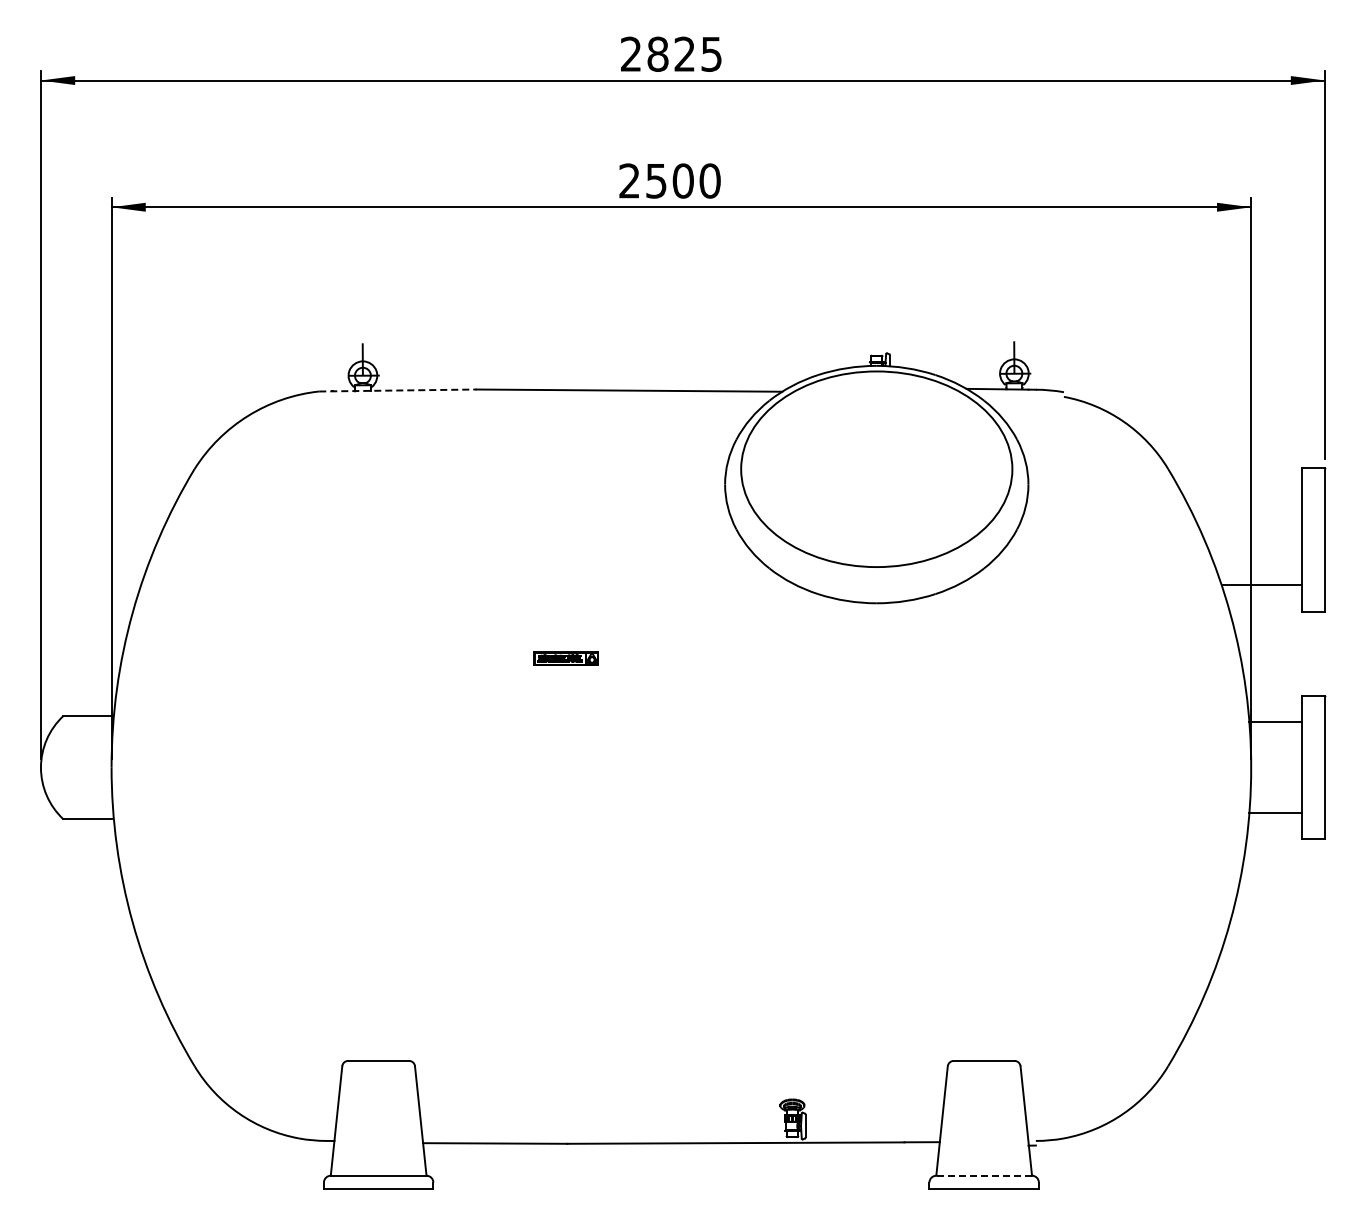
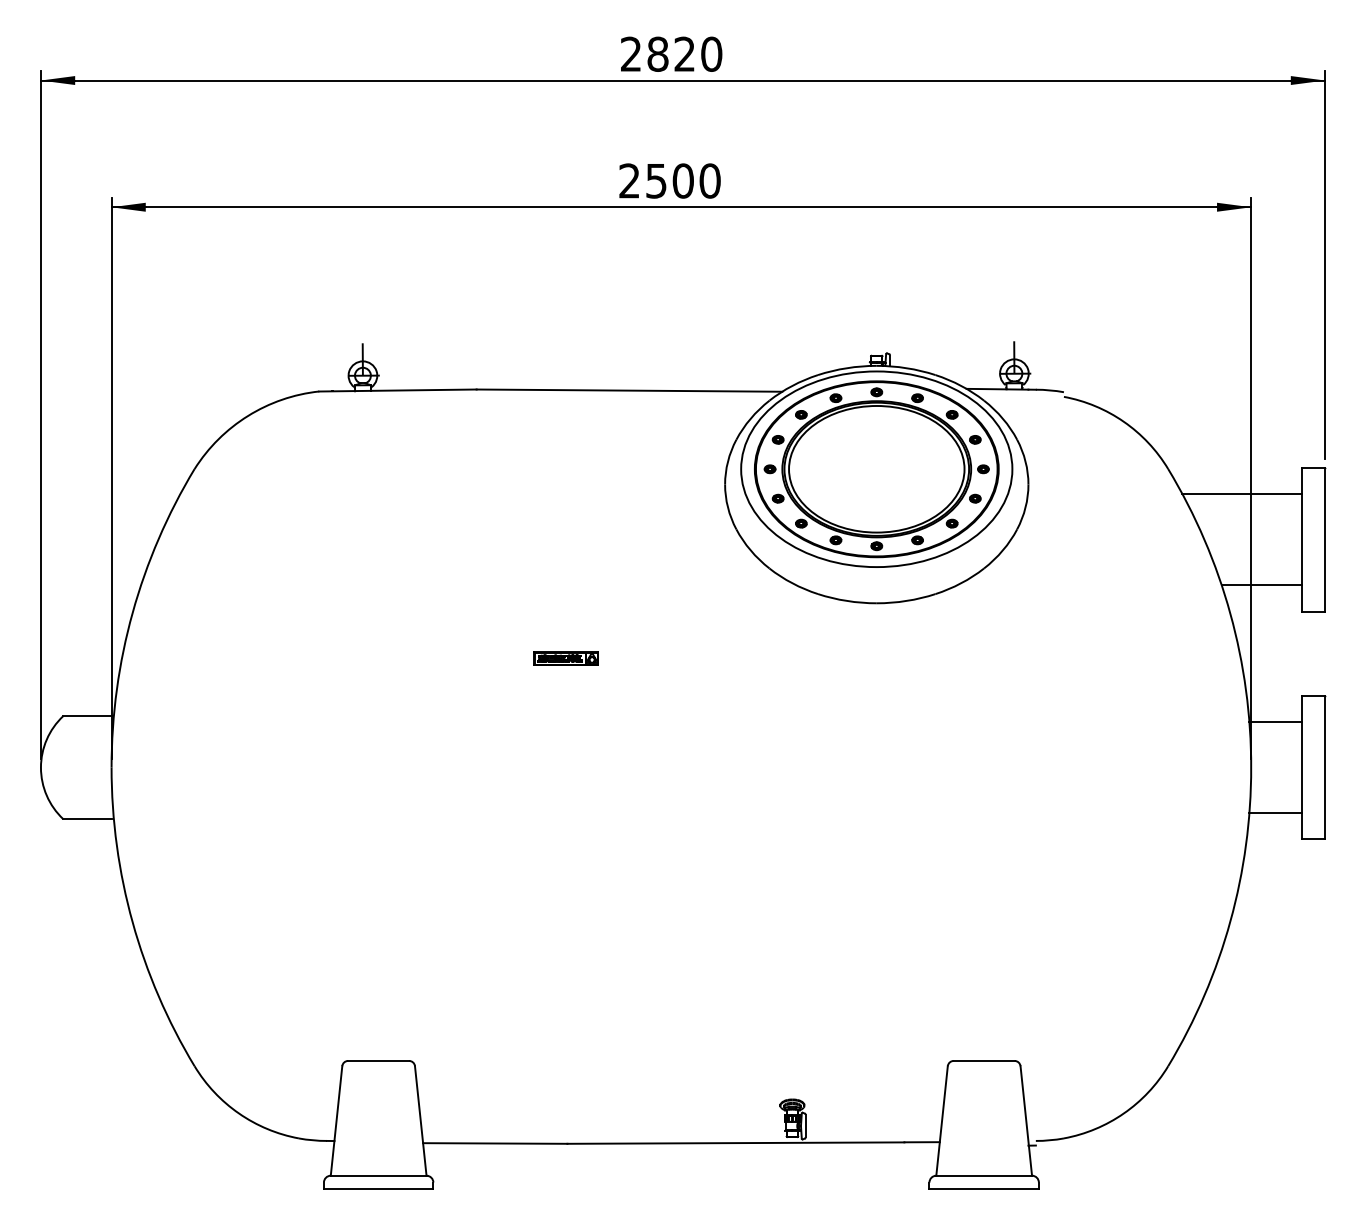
text at (711, 53): 2825 -> 2820
line at (397, 390): dashed -> solid
part at (876, 469): none -> present
line at (1242, 494): none -> present
line at (984, 1175): dashed -> solid
